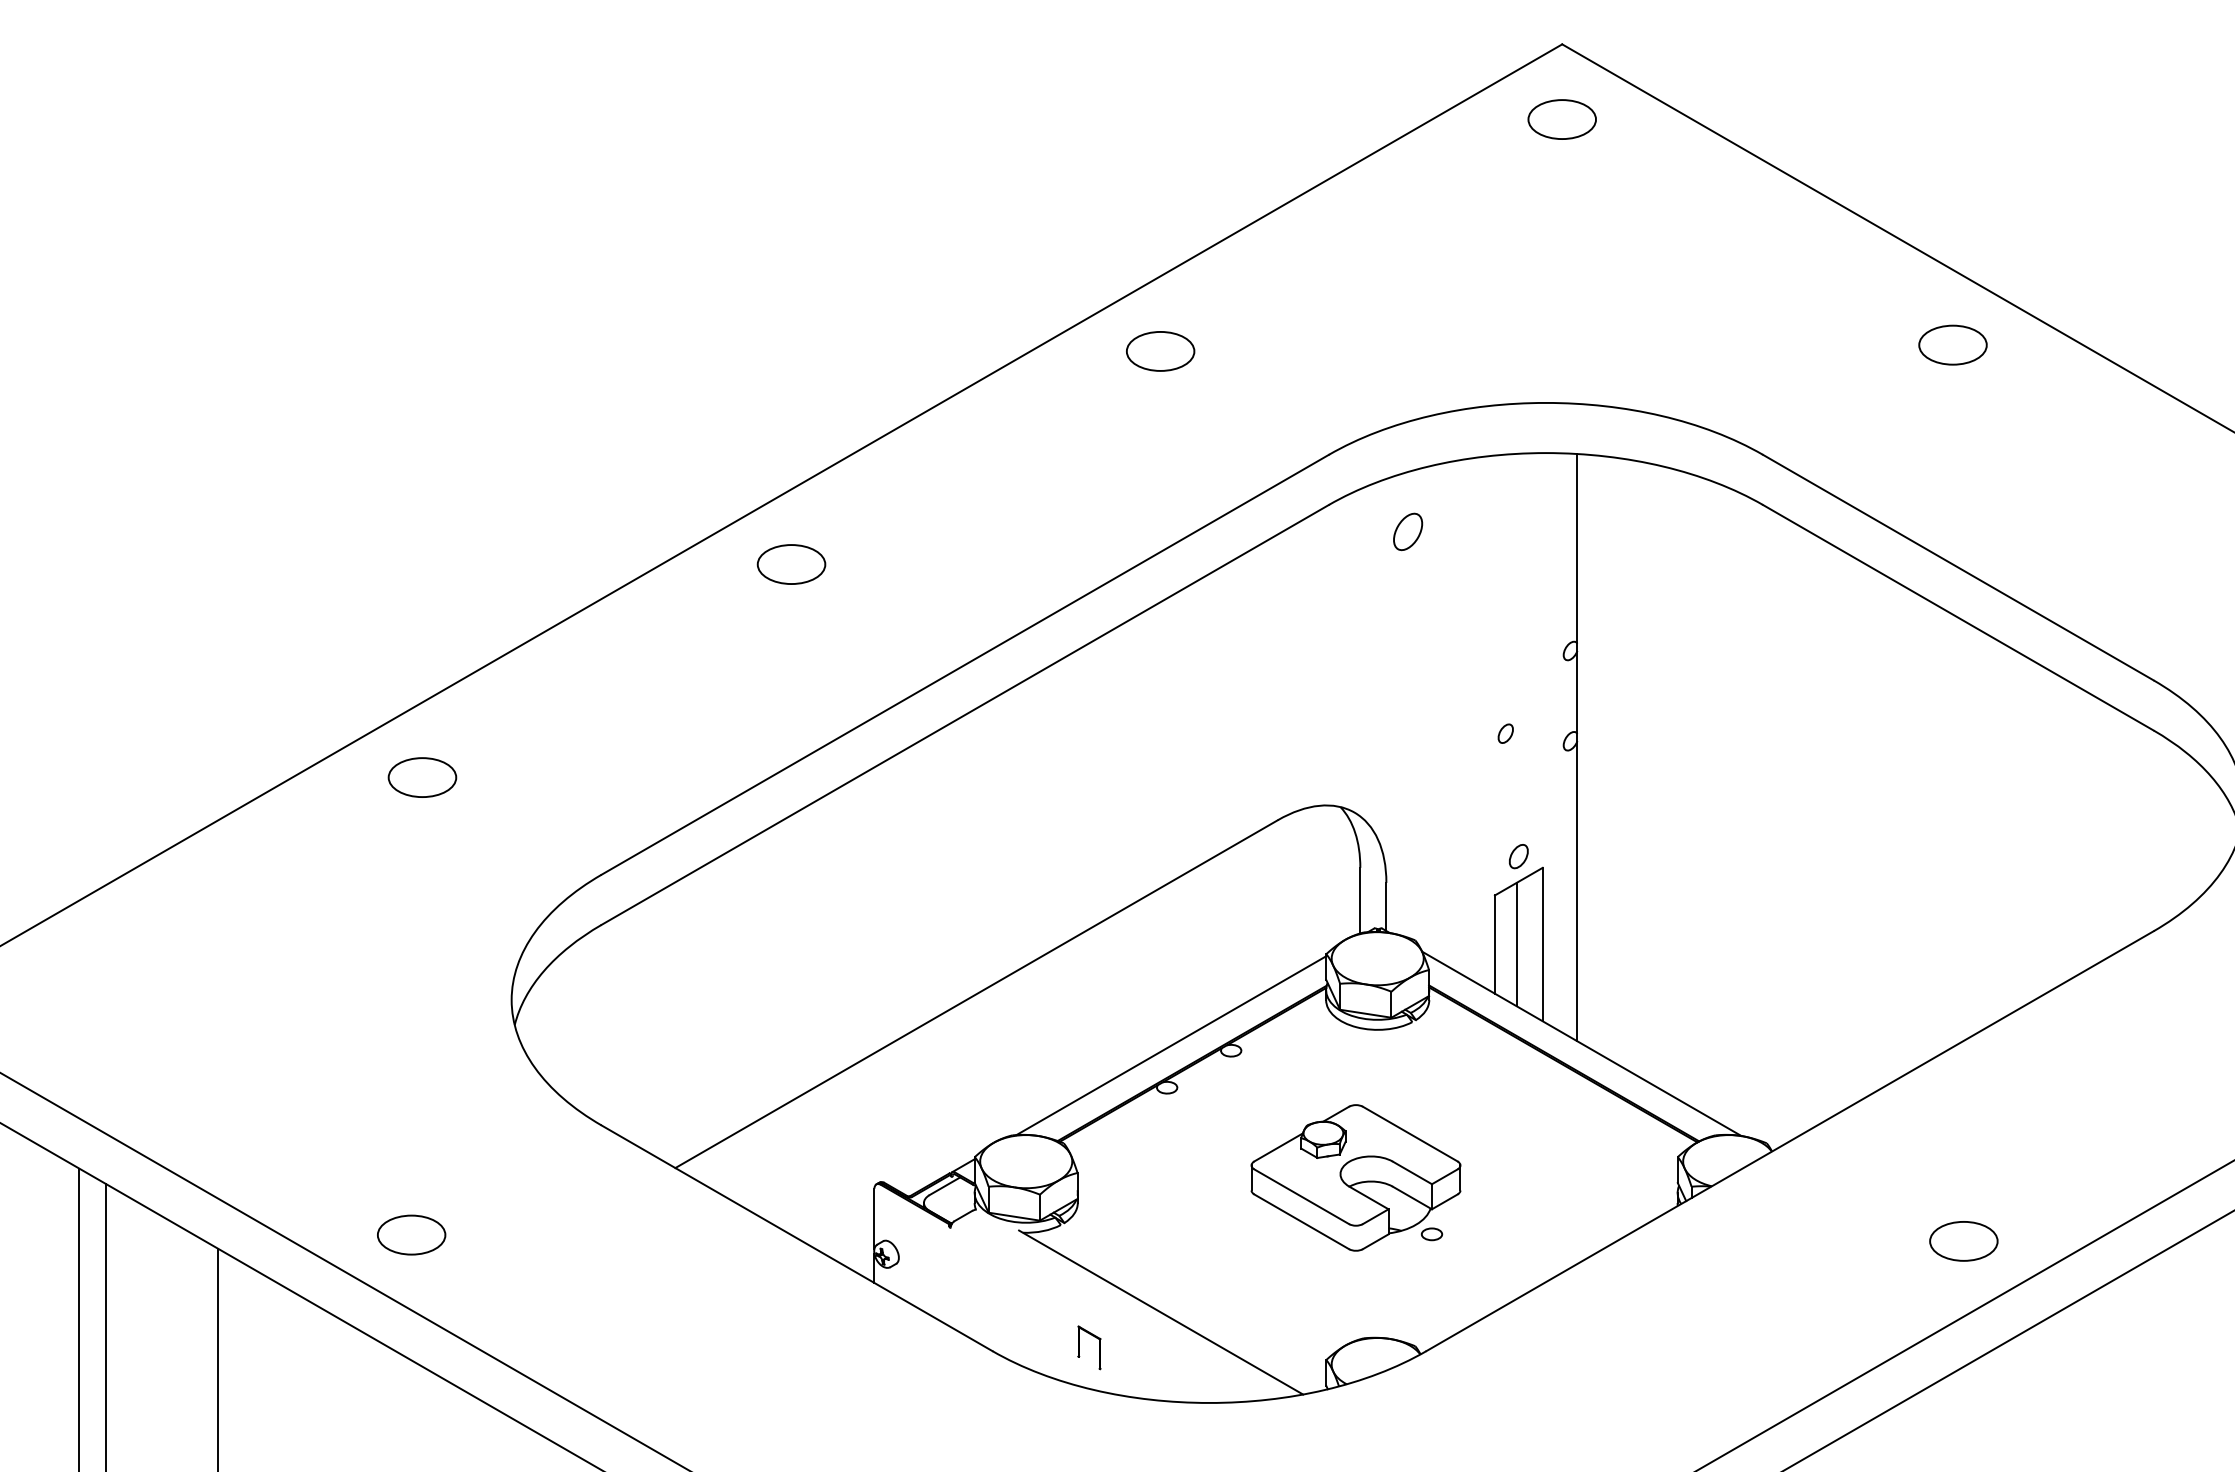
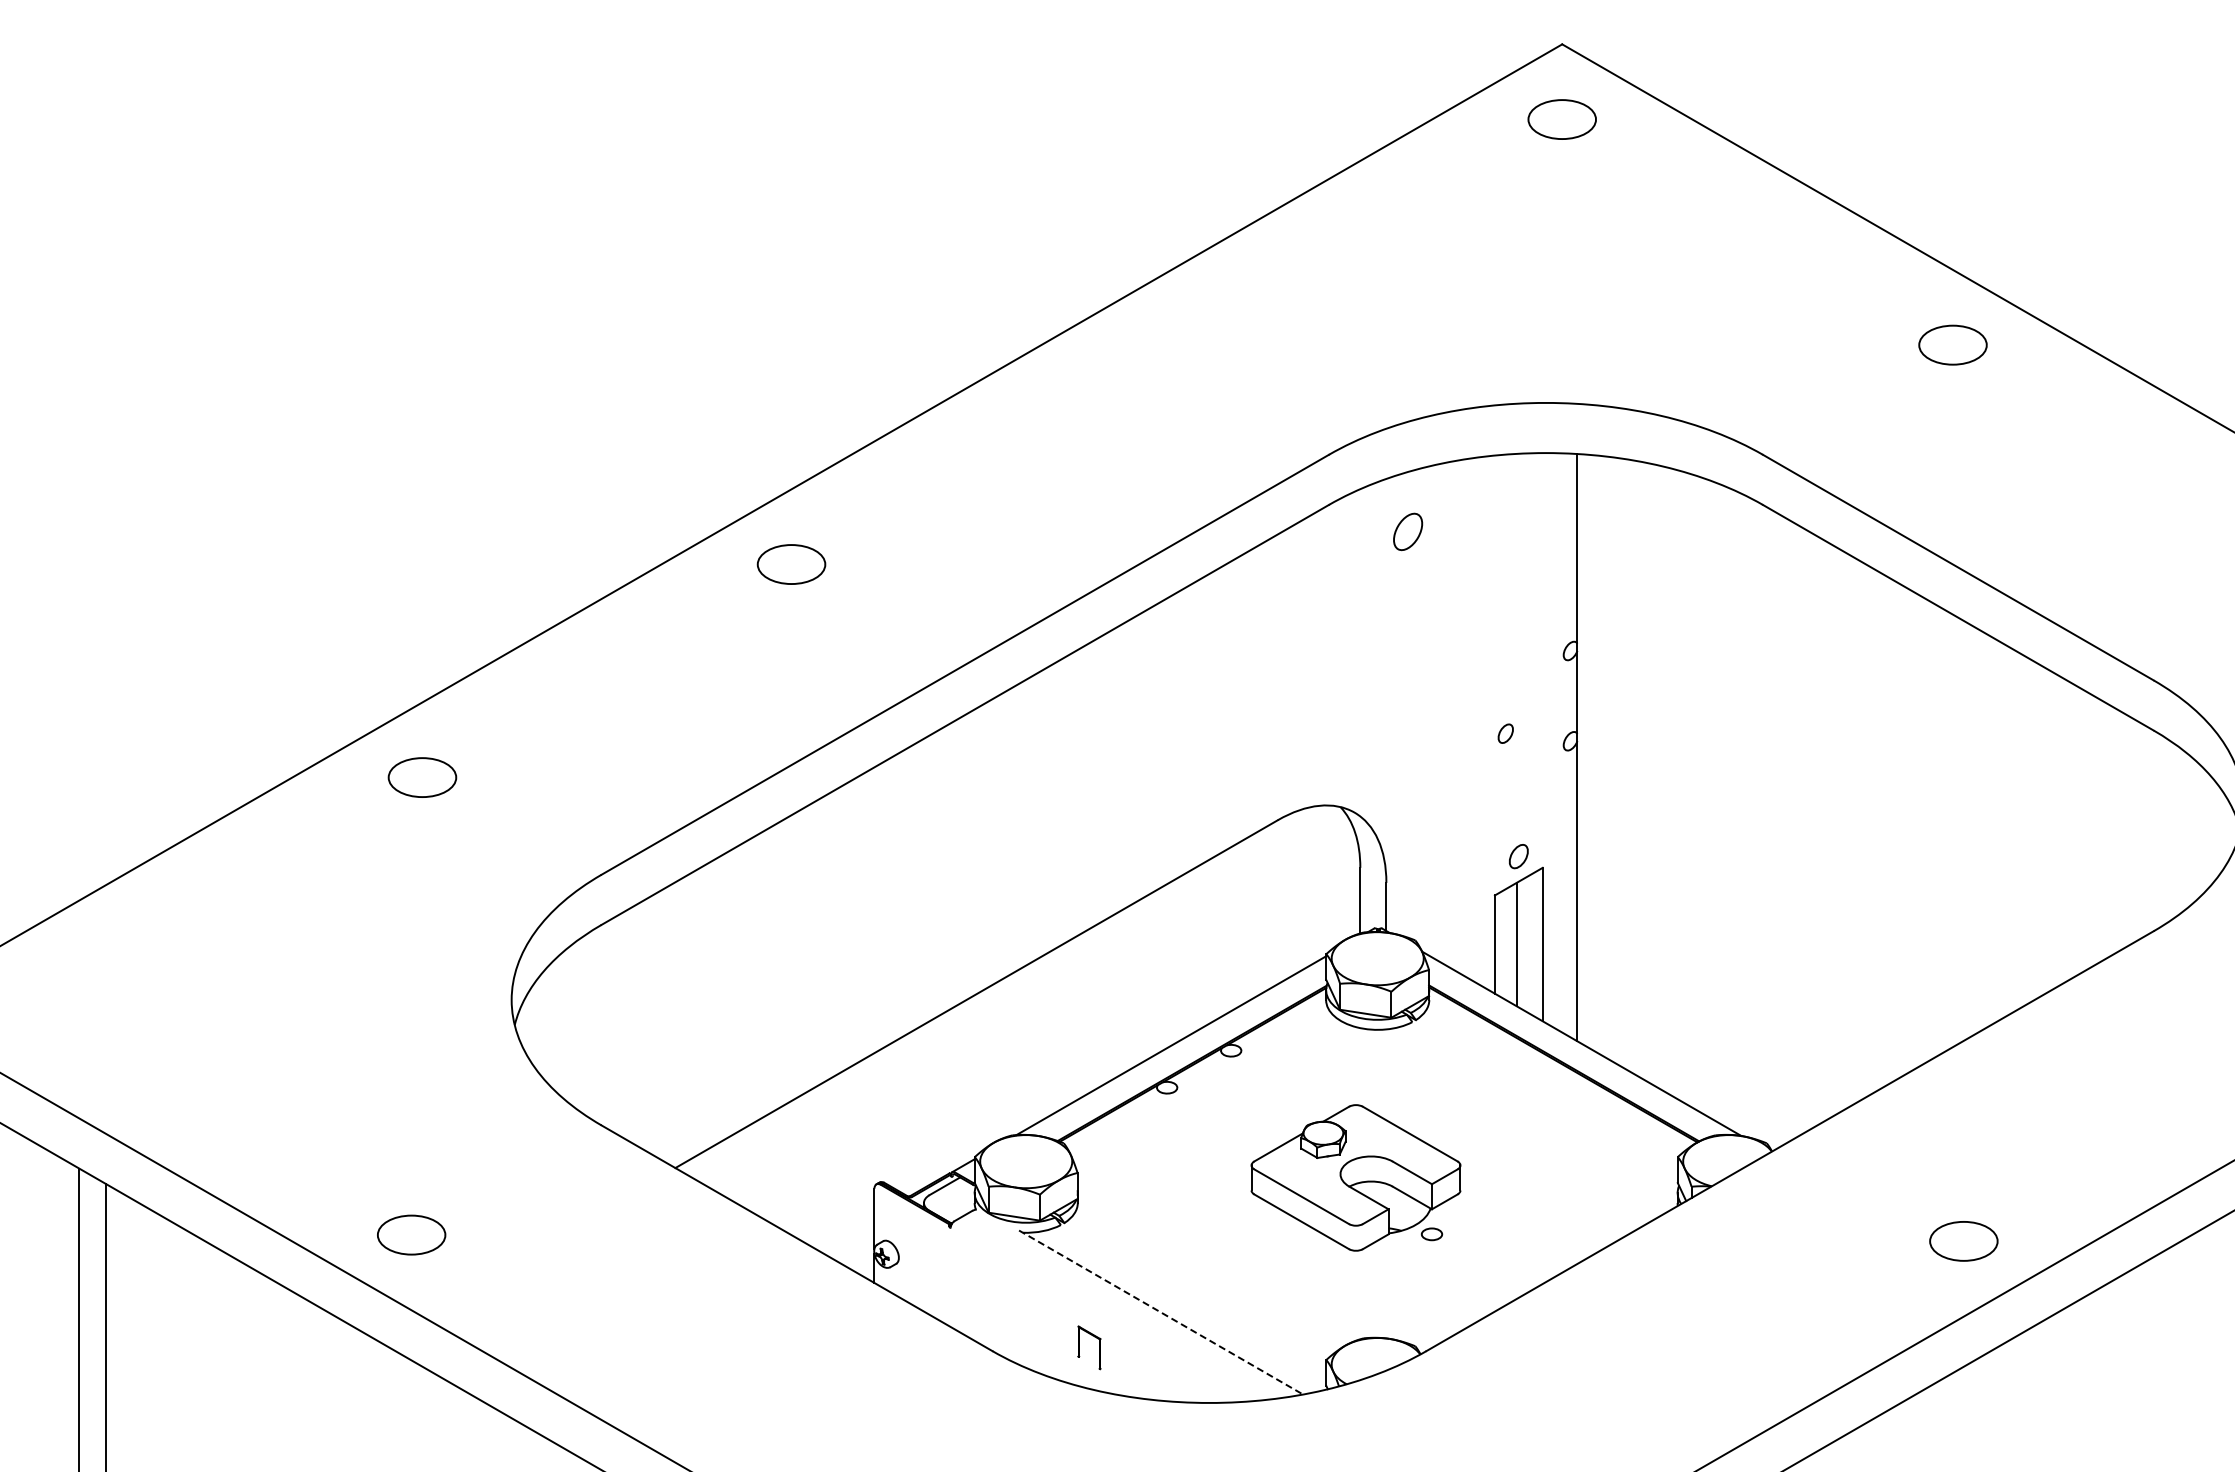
part at (1160, 351): present -> none
line at (1161, 1312): solid -> dashed
line at (218, 1358): present -> none
